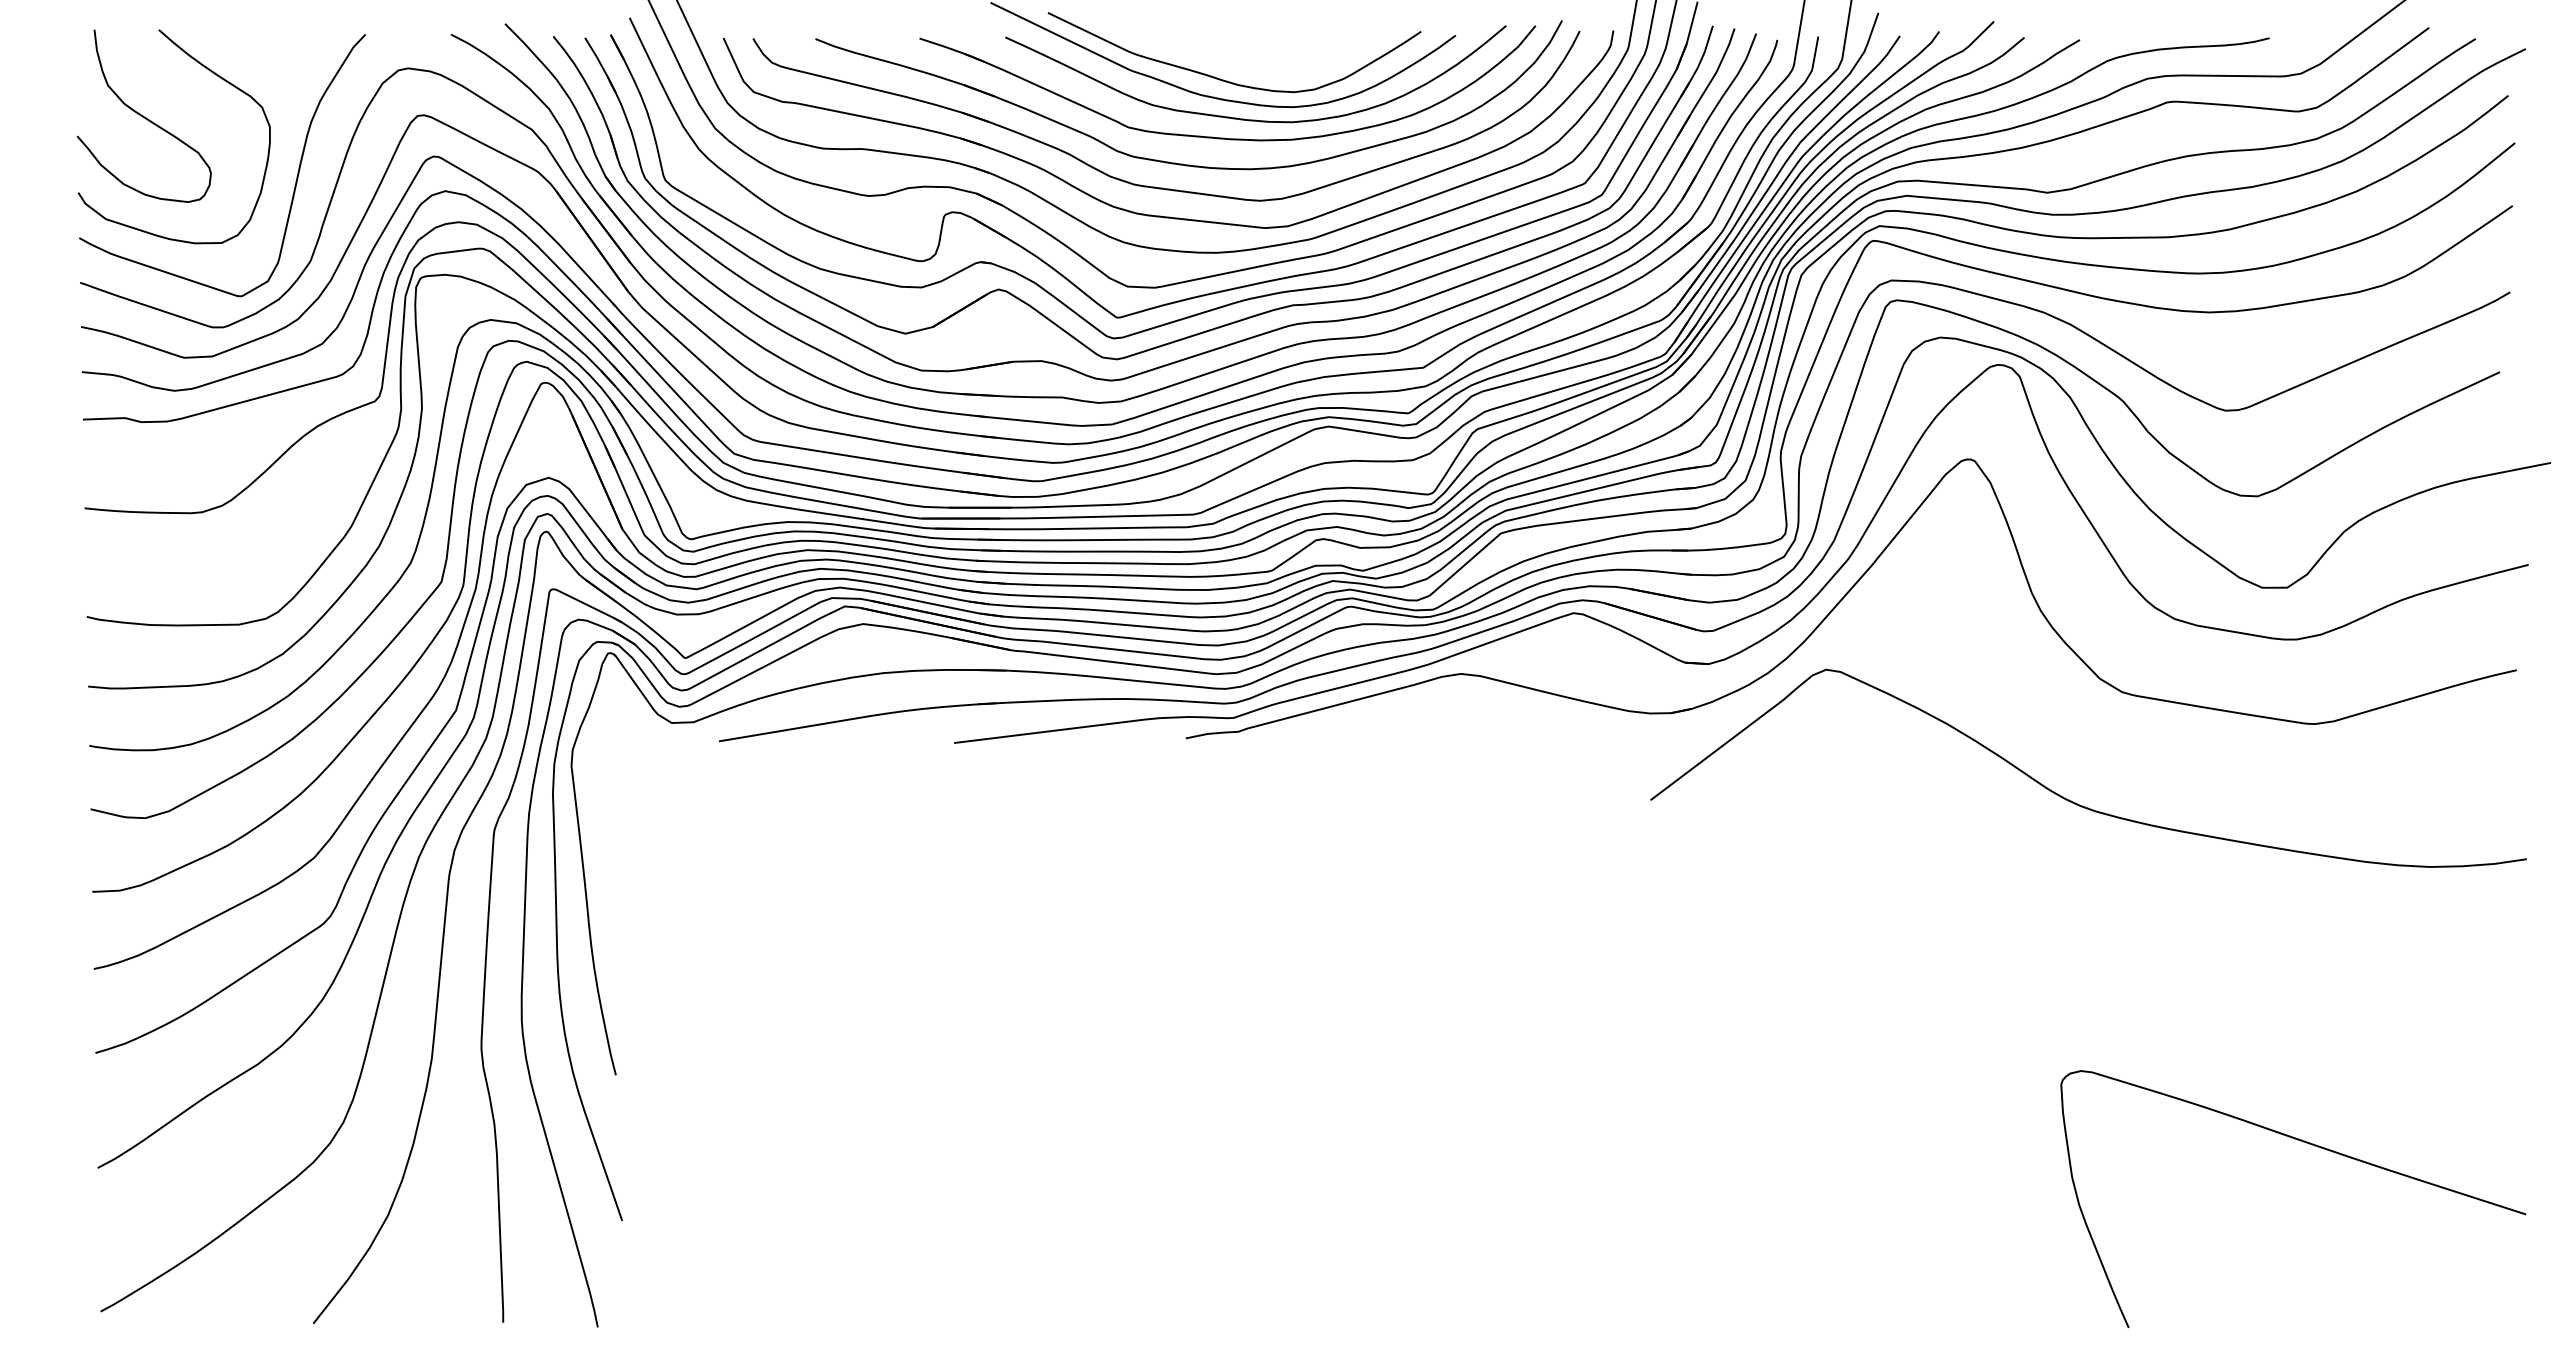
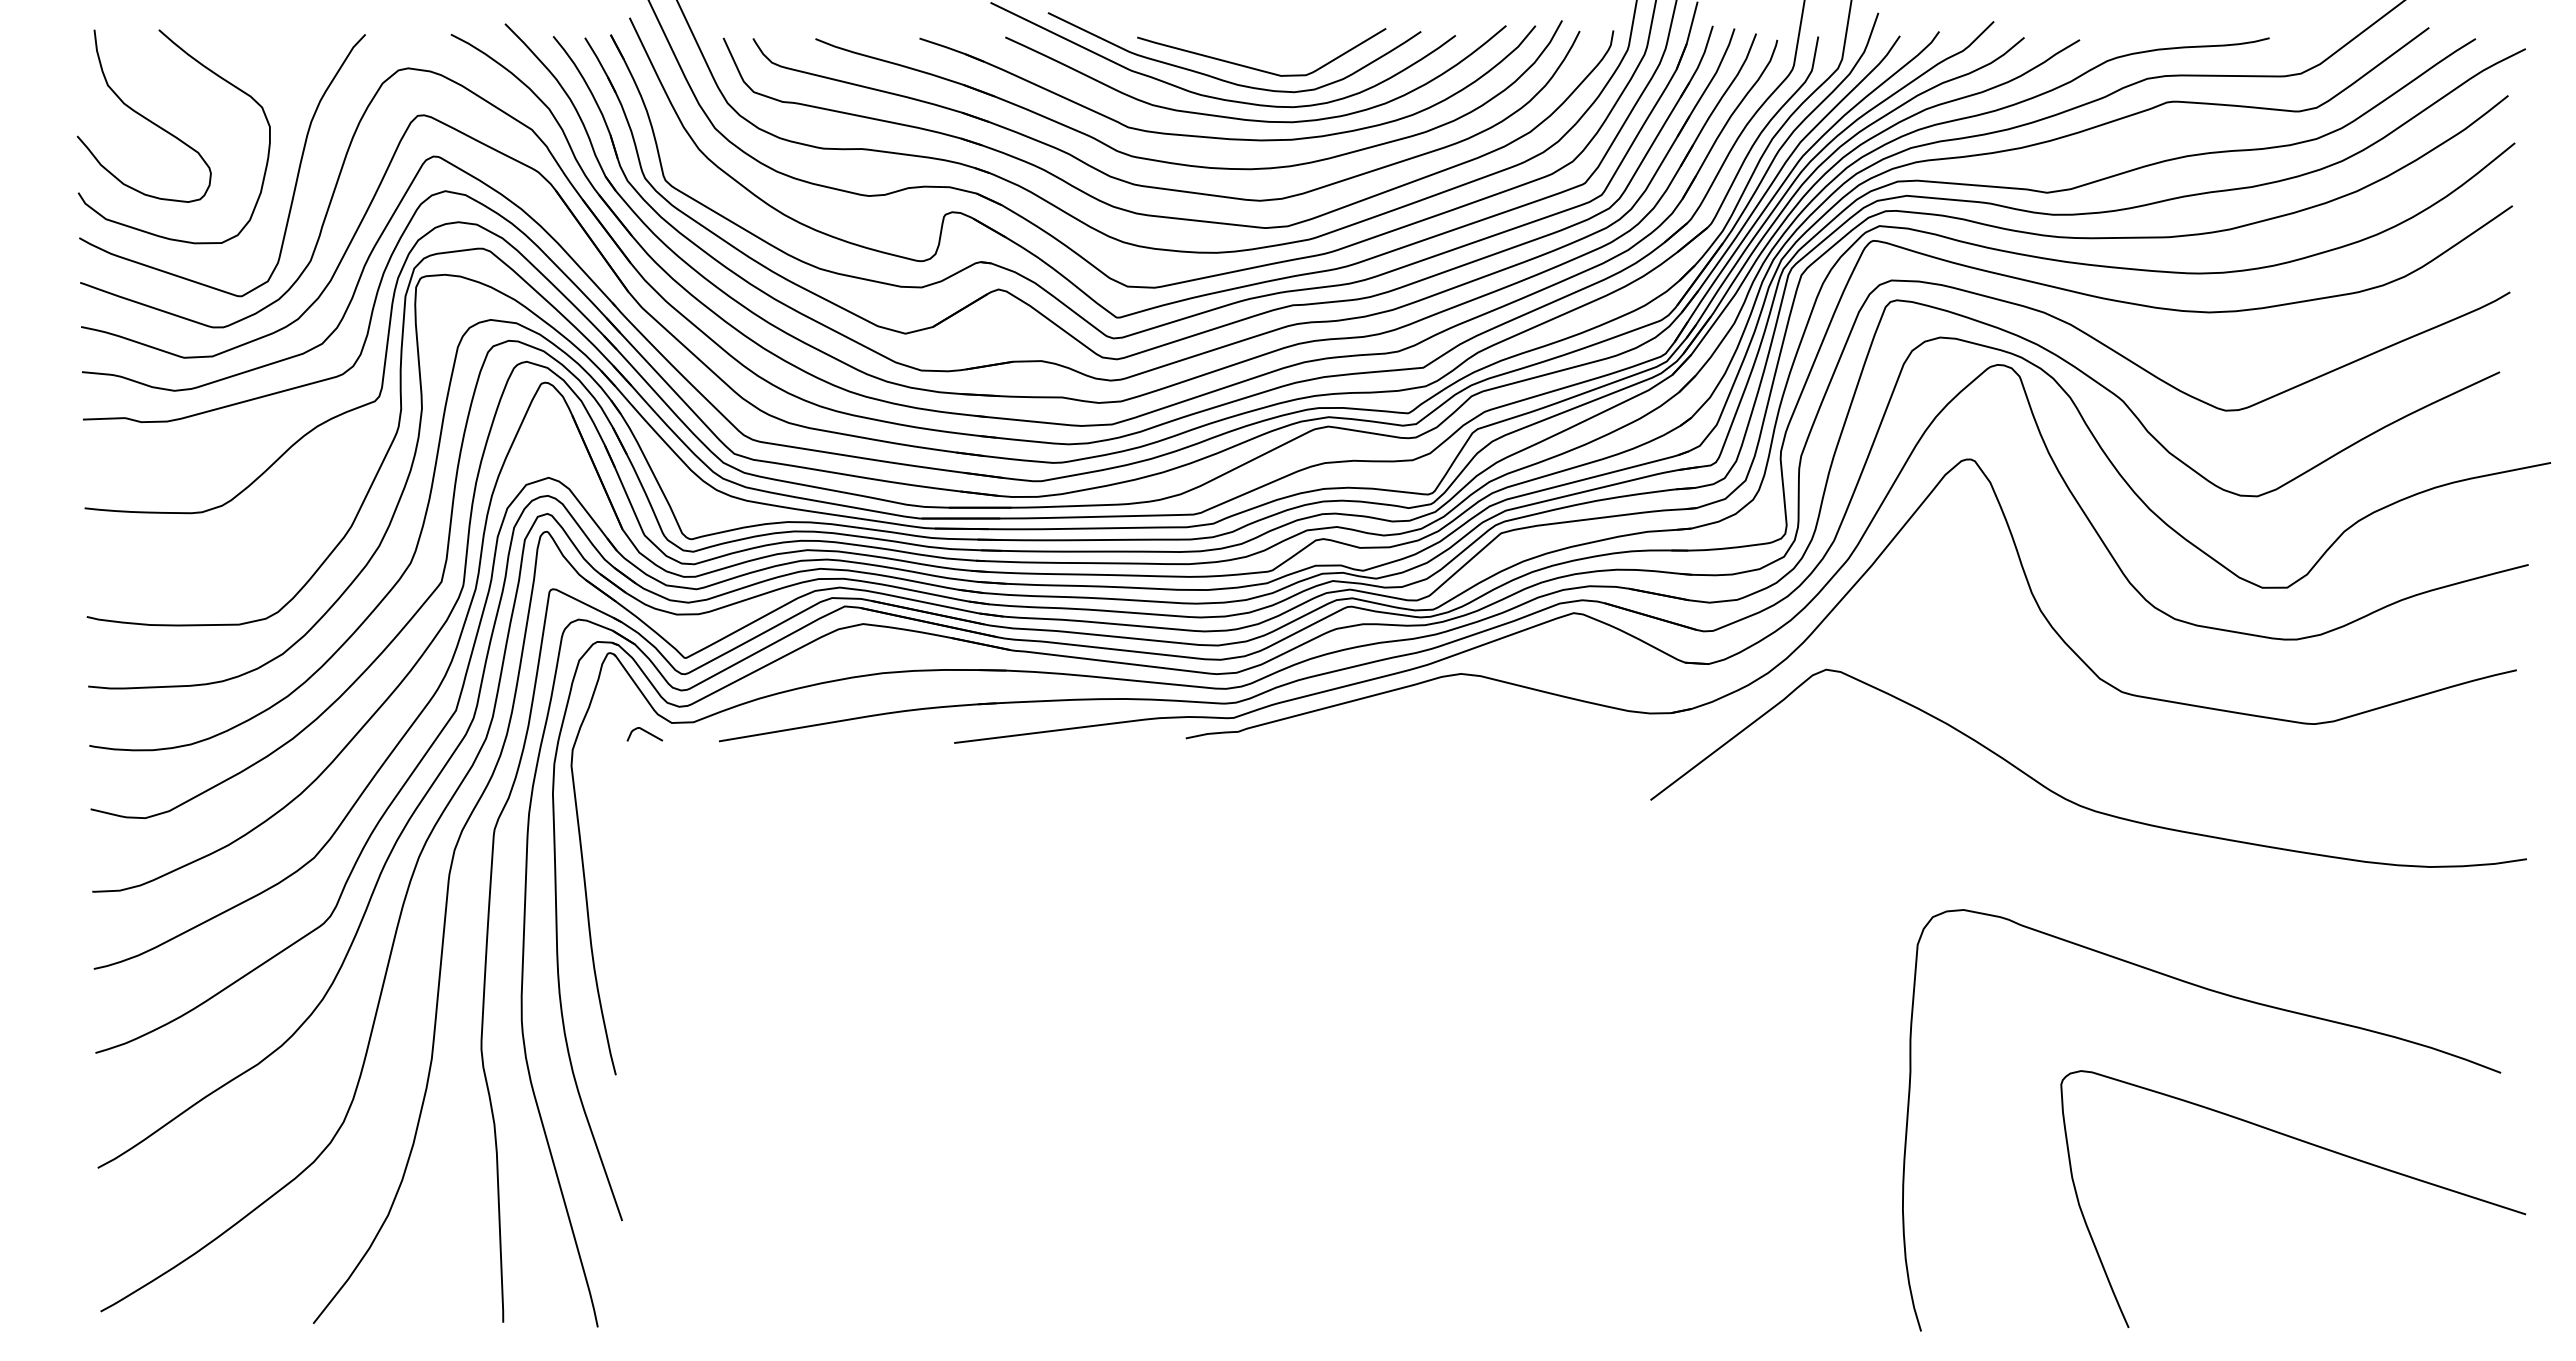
curve at (1257, 68): none -> present
curve at (645, 732): none -> present
curve at (2234, 998): none -> present
